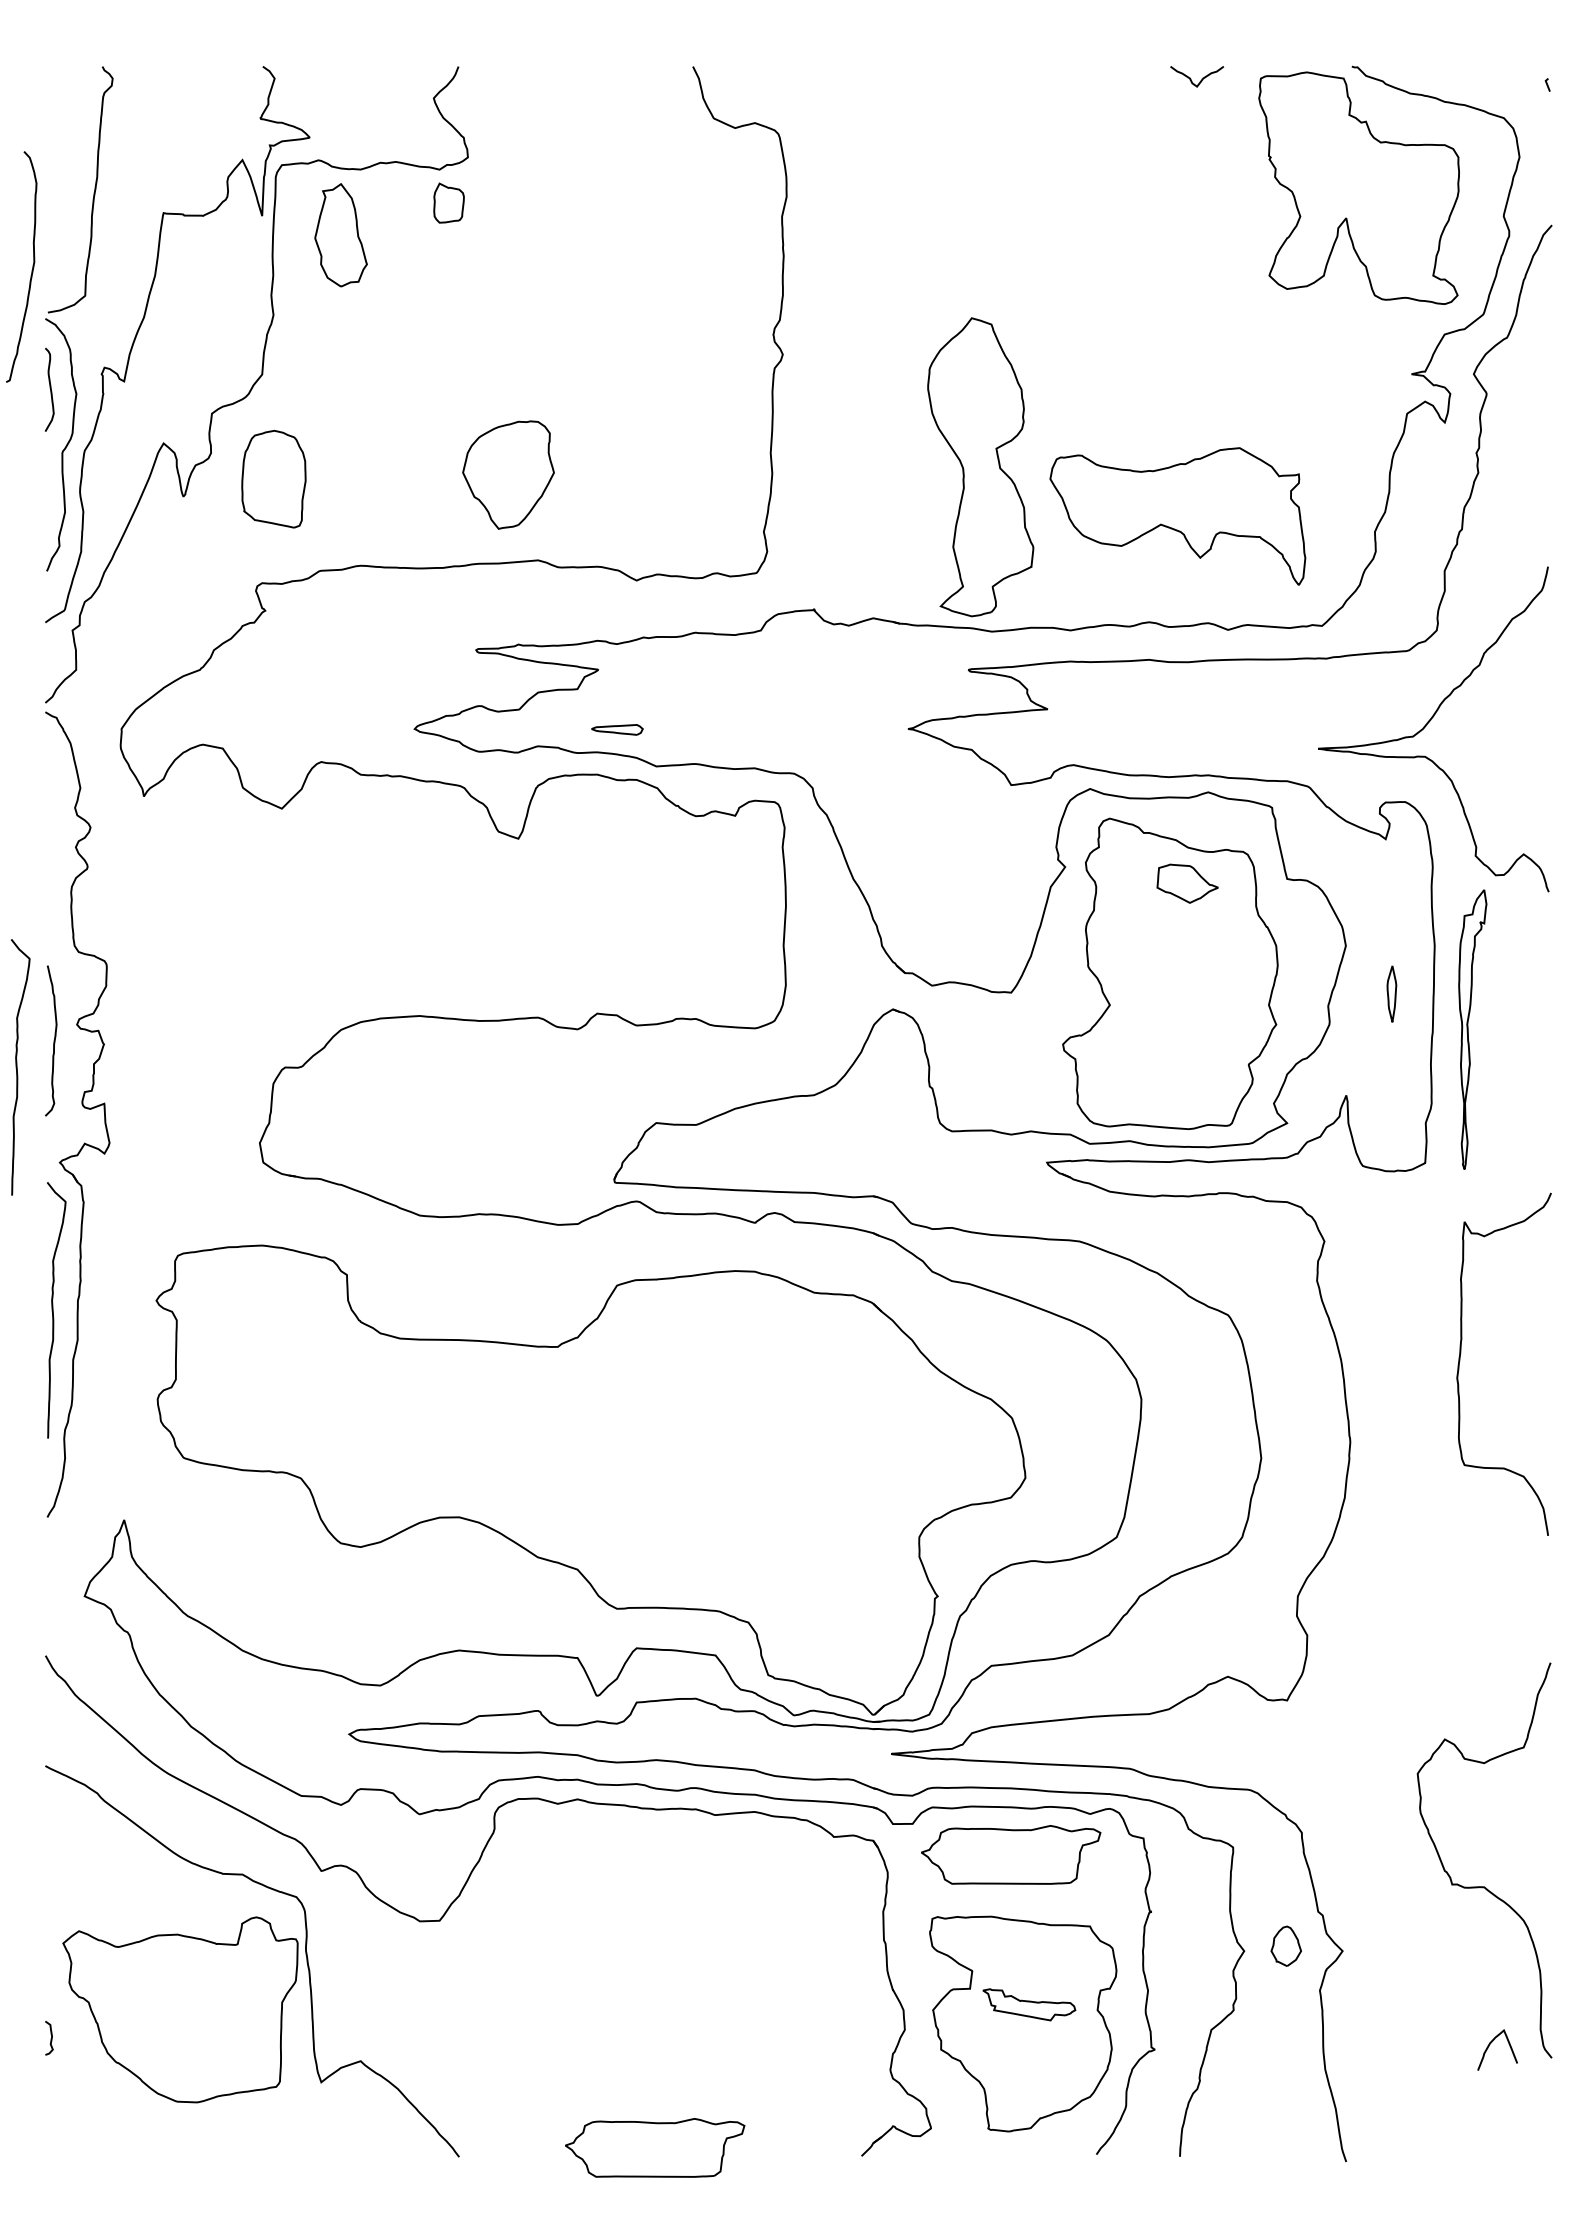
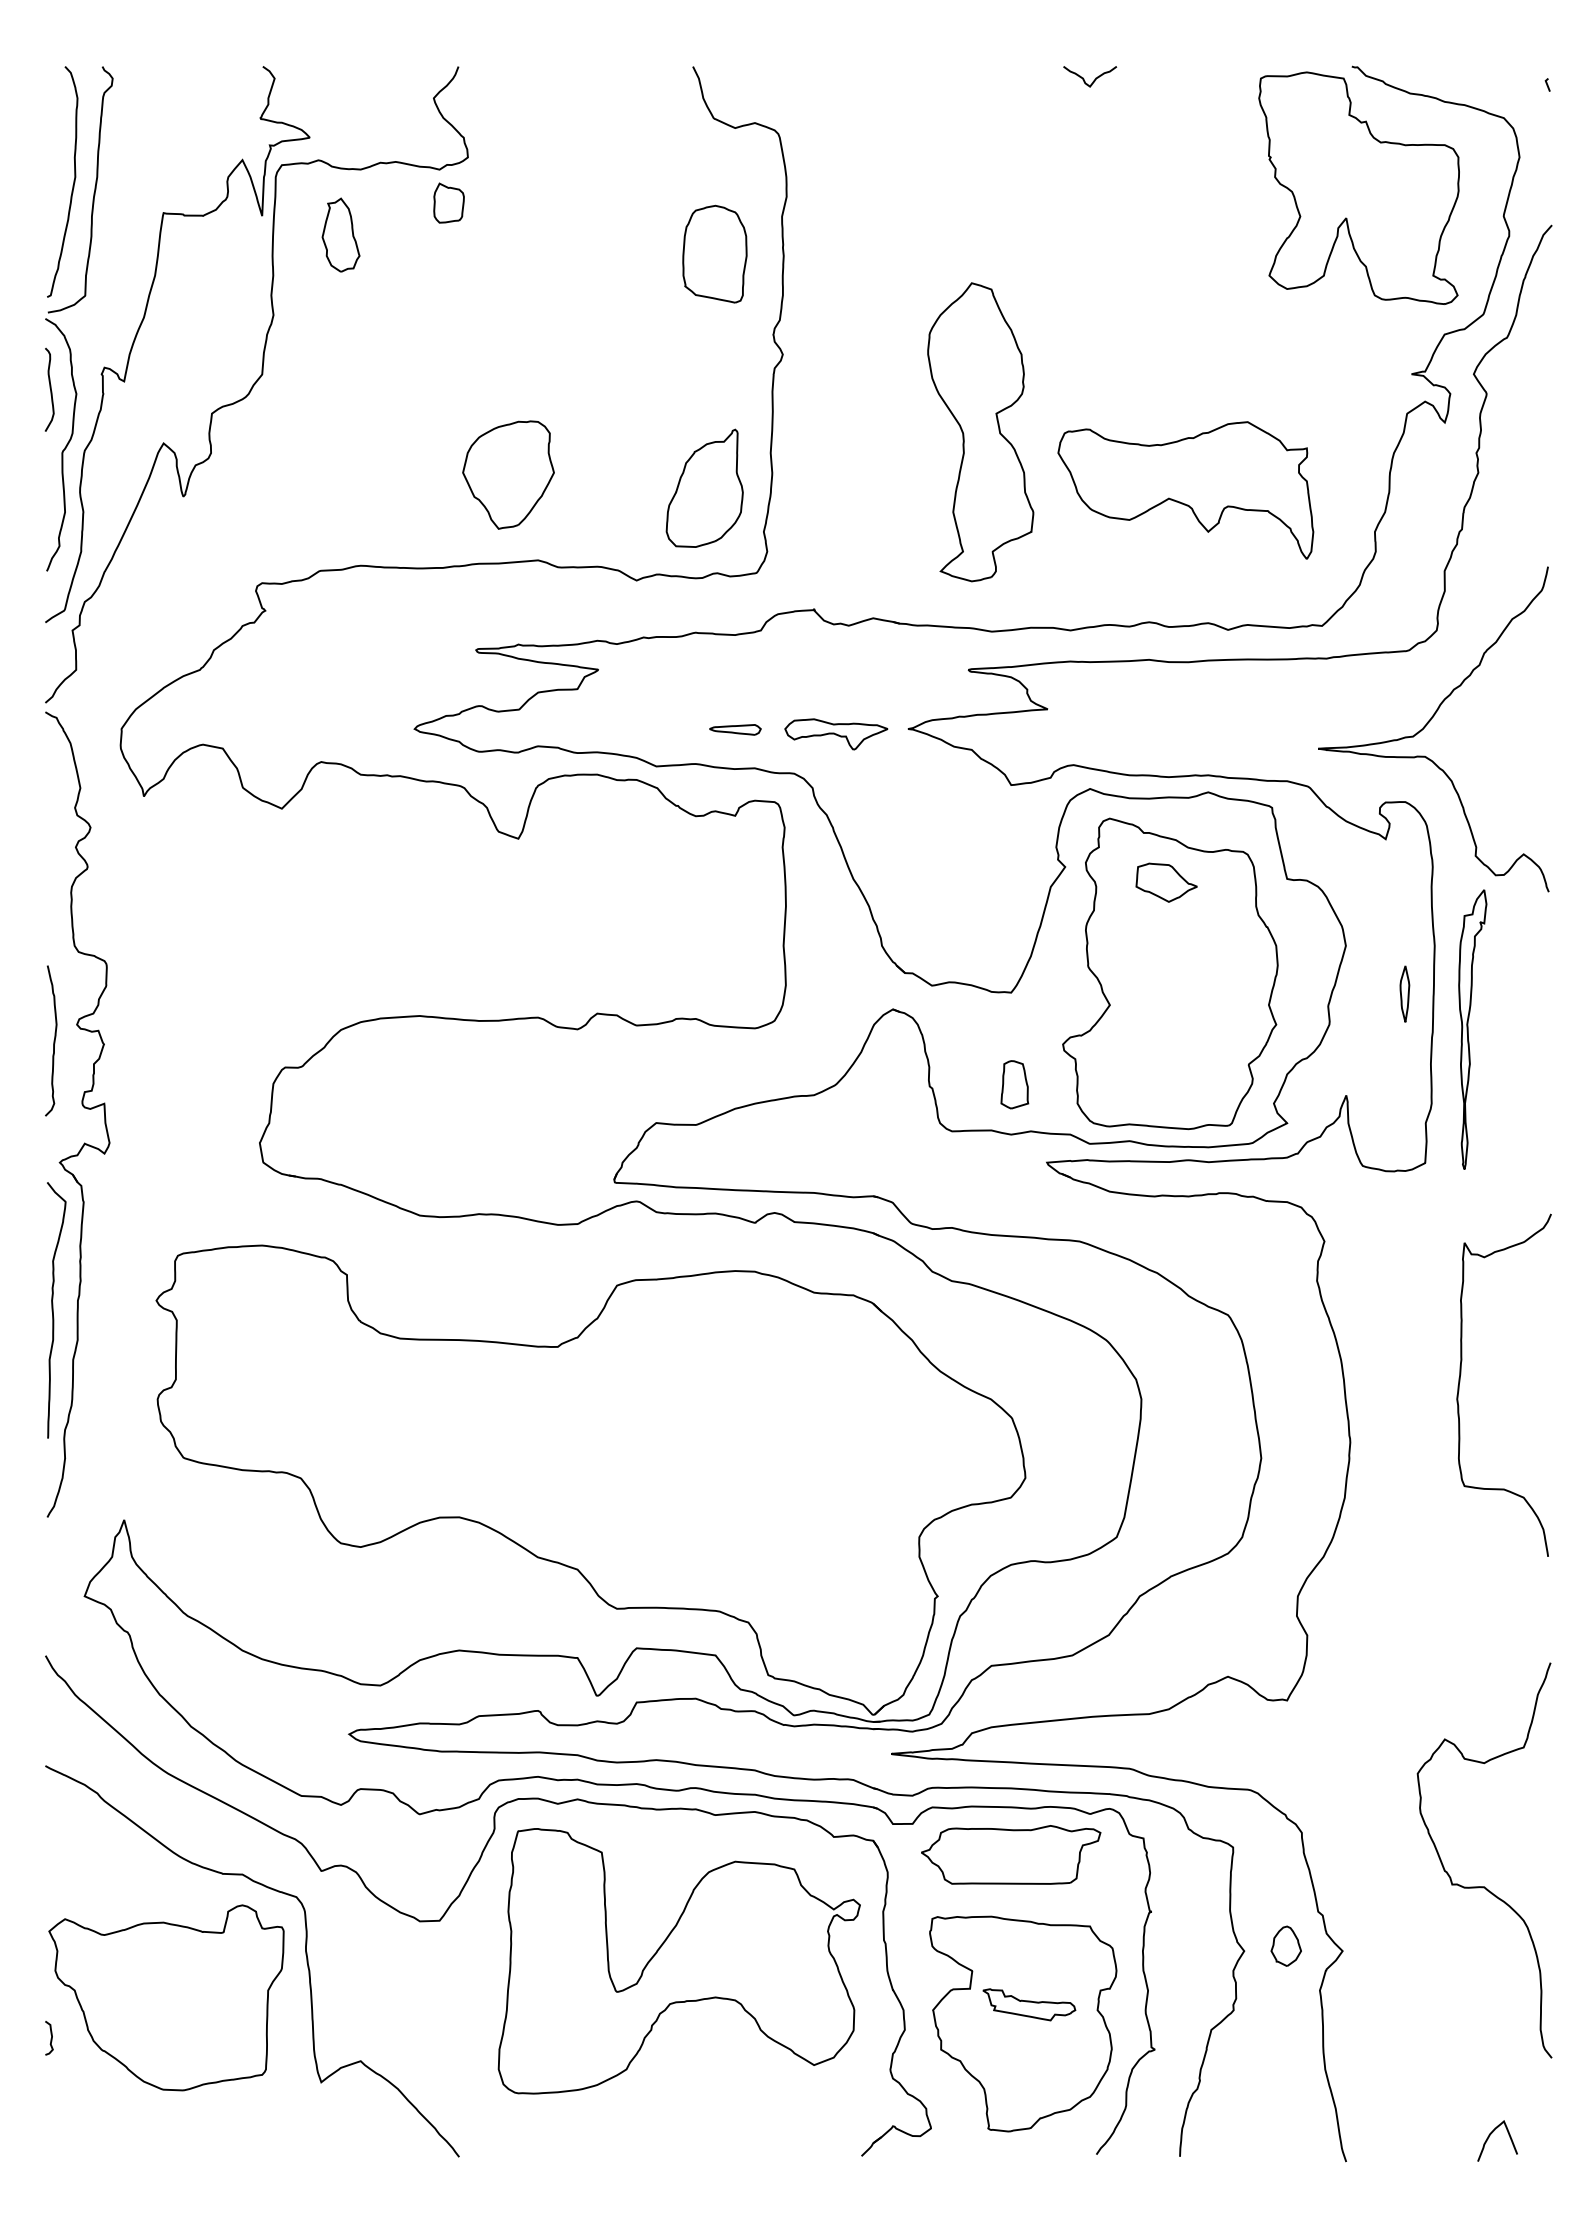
curve at (1201, 79) position: (1201, 79) -> (1094, 79)
part at (340, 235) size: 54x105 px -> 40x76 px
curve at (31, 270) position: (31, 270) -> (72, 185)
part at (980, 467) position: (980, 467) -> (980, 432)
part at (273, 478) position: (273, 478) -> (714, 253)
part at (704, 487): none -> present
part at (1177, 516) position: (1177, 516) -> (1185, 490)
part at (617, 729) position: (617, 729) -> (735, 729)
part at (836, 734): none -> present
part at (1187, 883) position: (1187, 883) -> (1166, 882)
part at (1391, 993) position: (1391, 993) -> (1404, 993)
curve at (17, 1067): present -> none
part at (1014, 1084): none -> present
curve at (1460, 1361) position: (1460, 1361) -> (1460, 1382)
part at (678, 1961): none -> present
part at (180, 2009) position: (180, 2009) -> (166, 1997)
curve at (1491, 2043) position: (1491, 2043) -> (1491, 2134)
part at (655, 2147): present -> none
